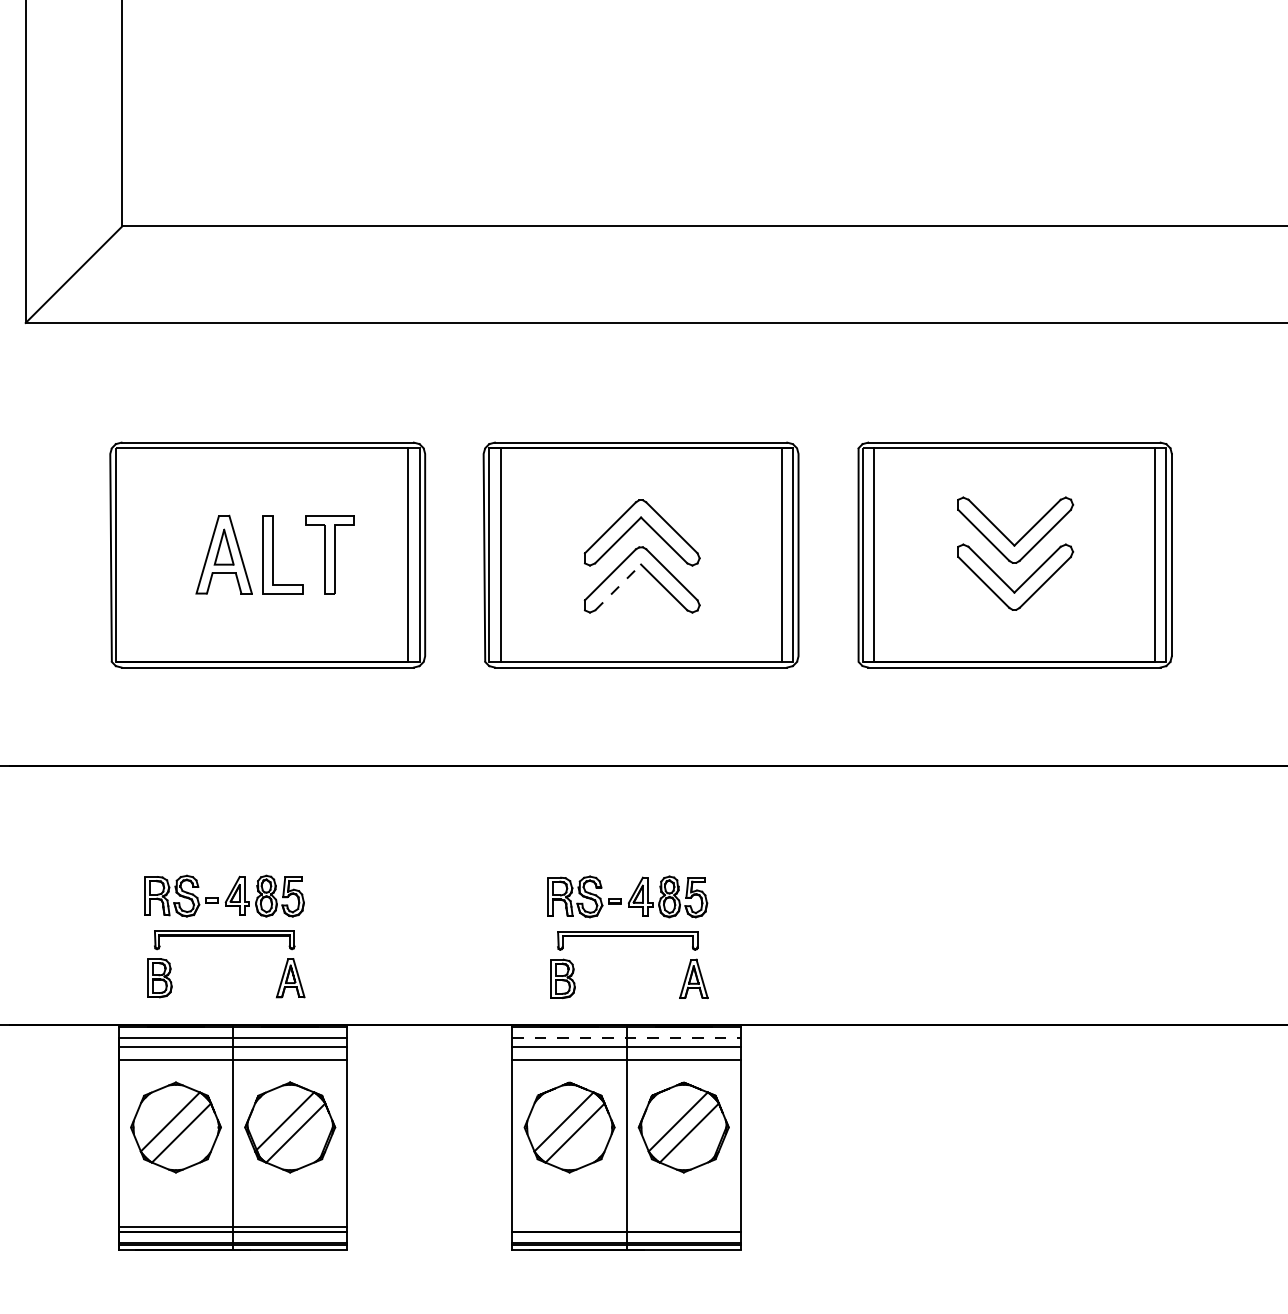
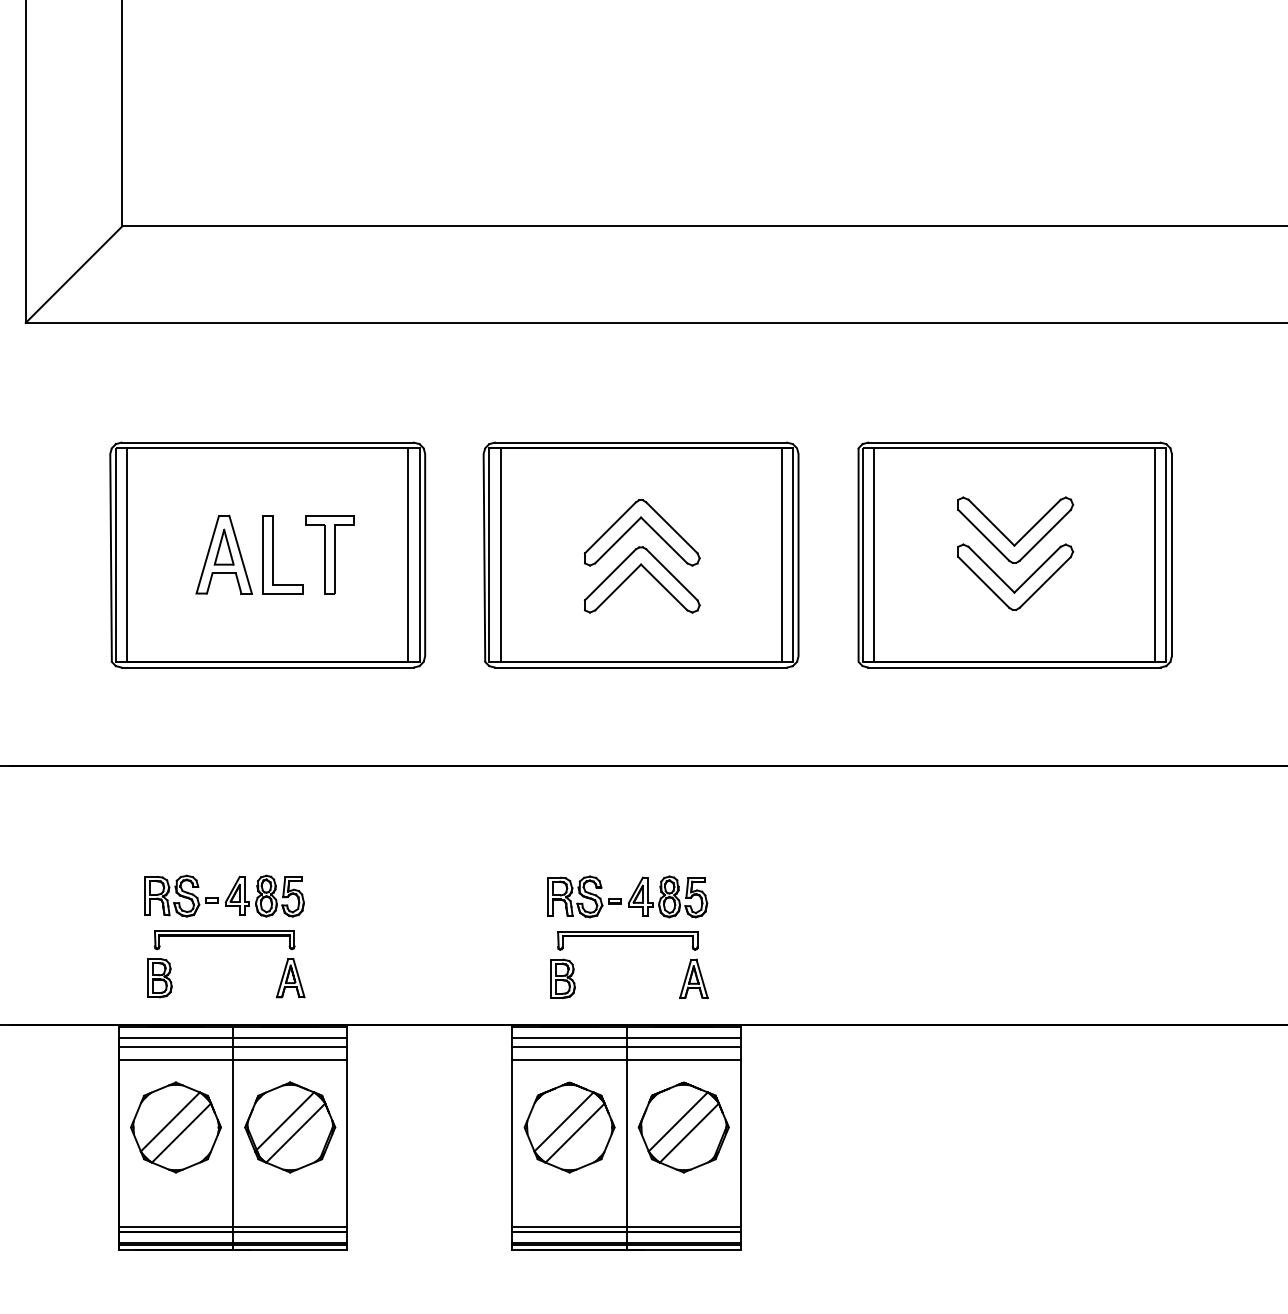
line at (127, 554): none -> present
line at (618, 587): dashed -> solid
line at (627, 1038): dashed -> solid
line at (626, 1227): none -> present
